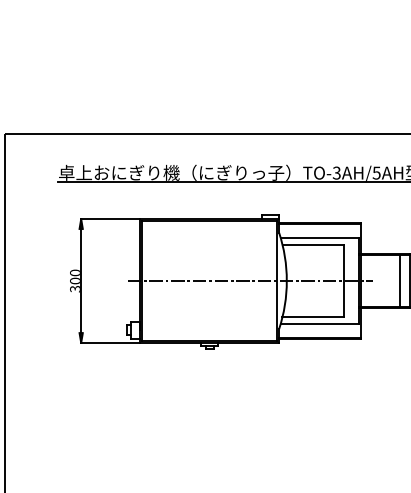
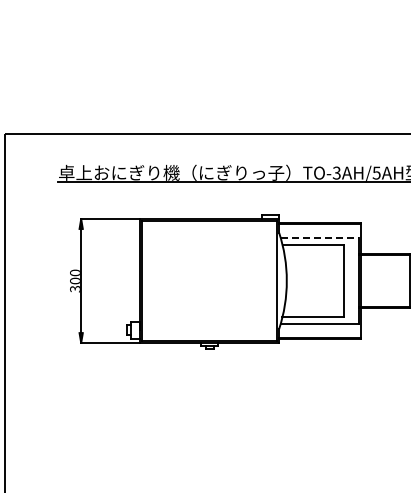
line at (320, 238): solid -> dashed
line at (399, 280): present -> none
line at (250, 281): present -> none
